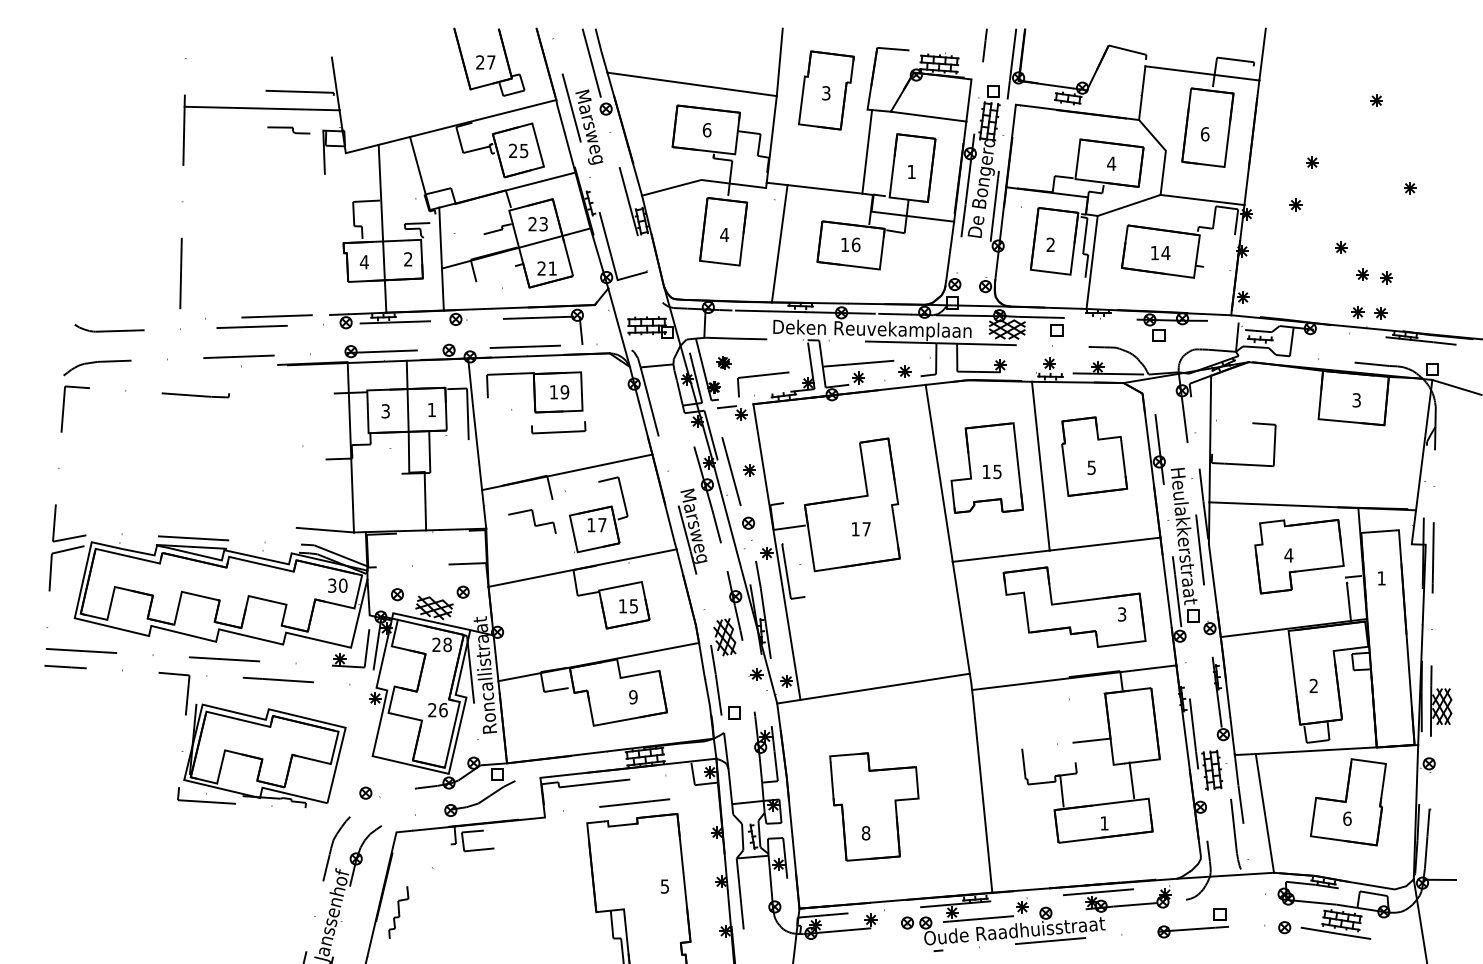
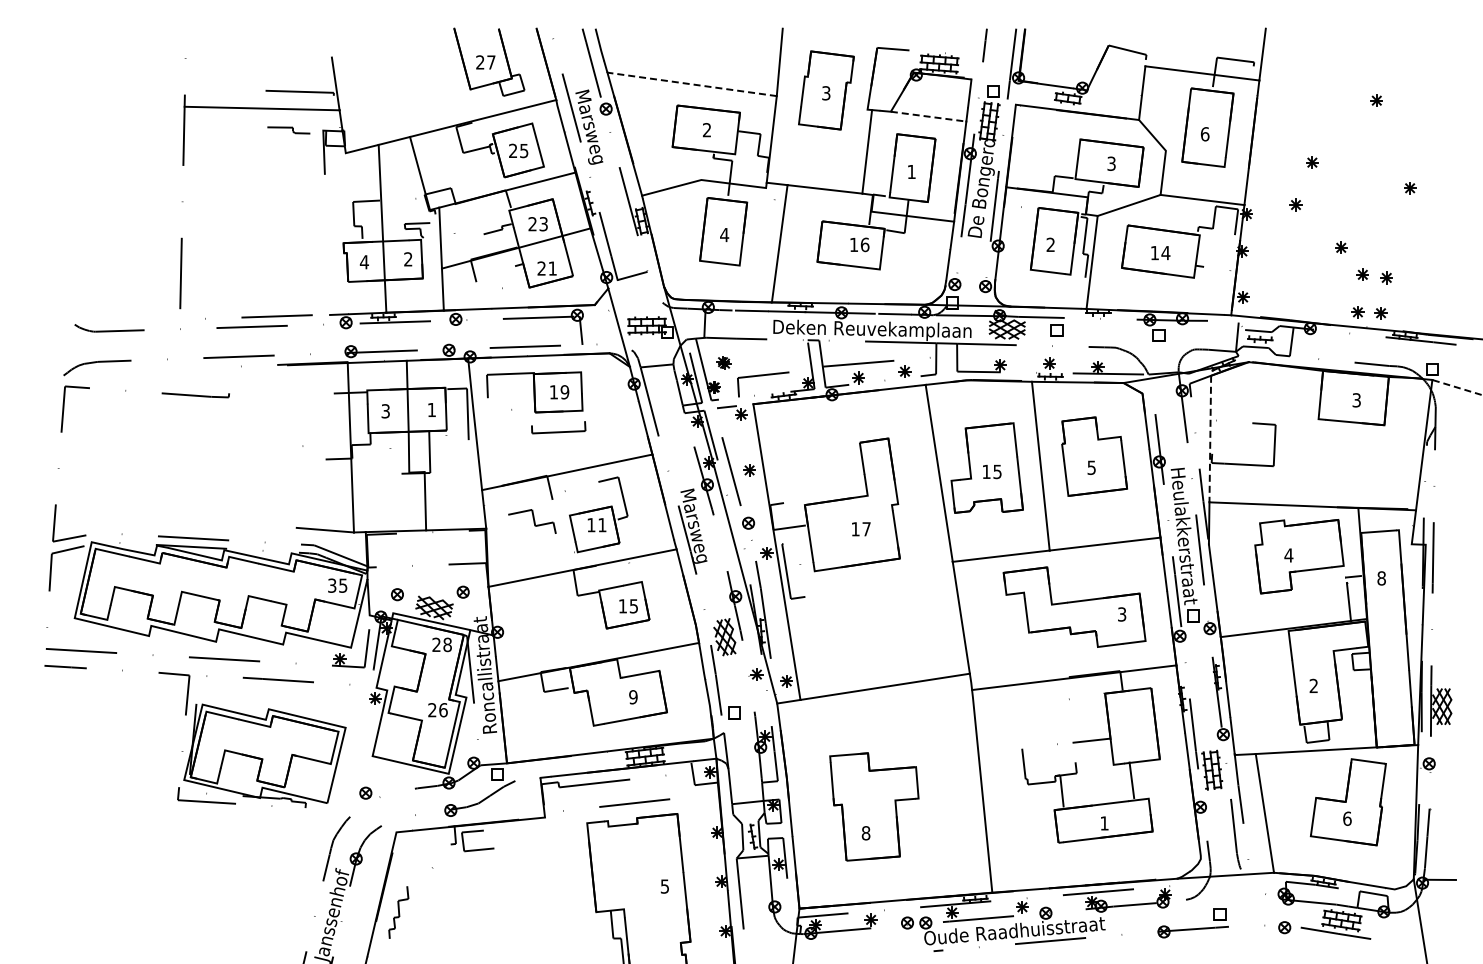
line at (691, 84): solid -> dashed
line at (929, 116): solid -> dashed
text at (706, 130): 6 -> 2
text at (1111, 163): 4 -> 3
text at (850, 244) position: (850, 244) -> (859, 244)
line at (1457, 387): solid -> dashed
line at (1210, 439): solid -> dashed
text at (602, 525): 17 -> 11
line at (717, 529): present -> none
text at (1381, 578): 1 -> 8
text at (343, 585): 30 -> 35
